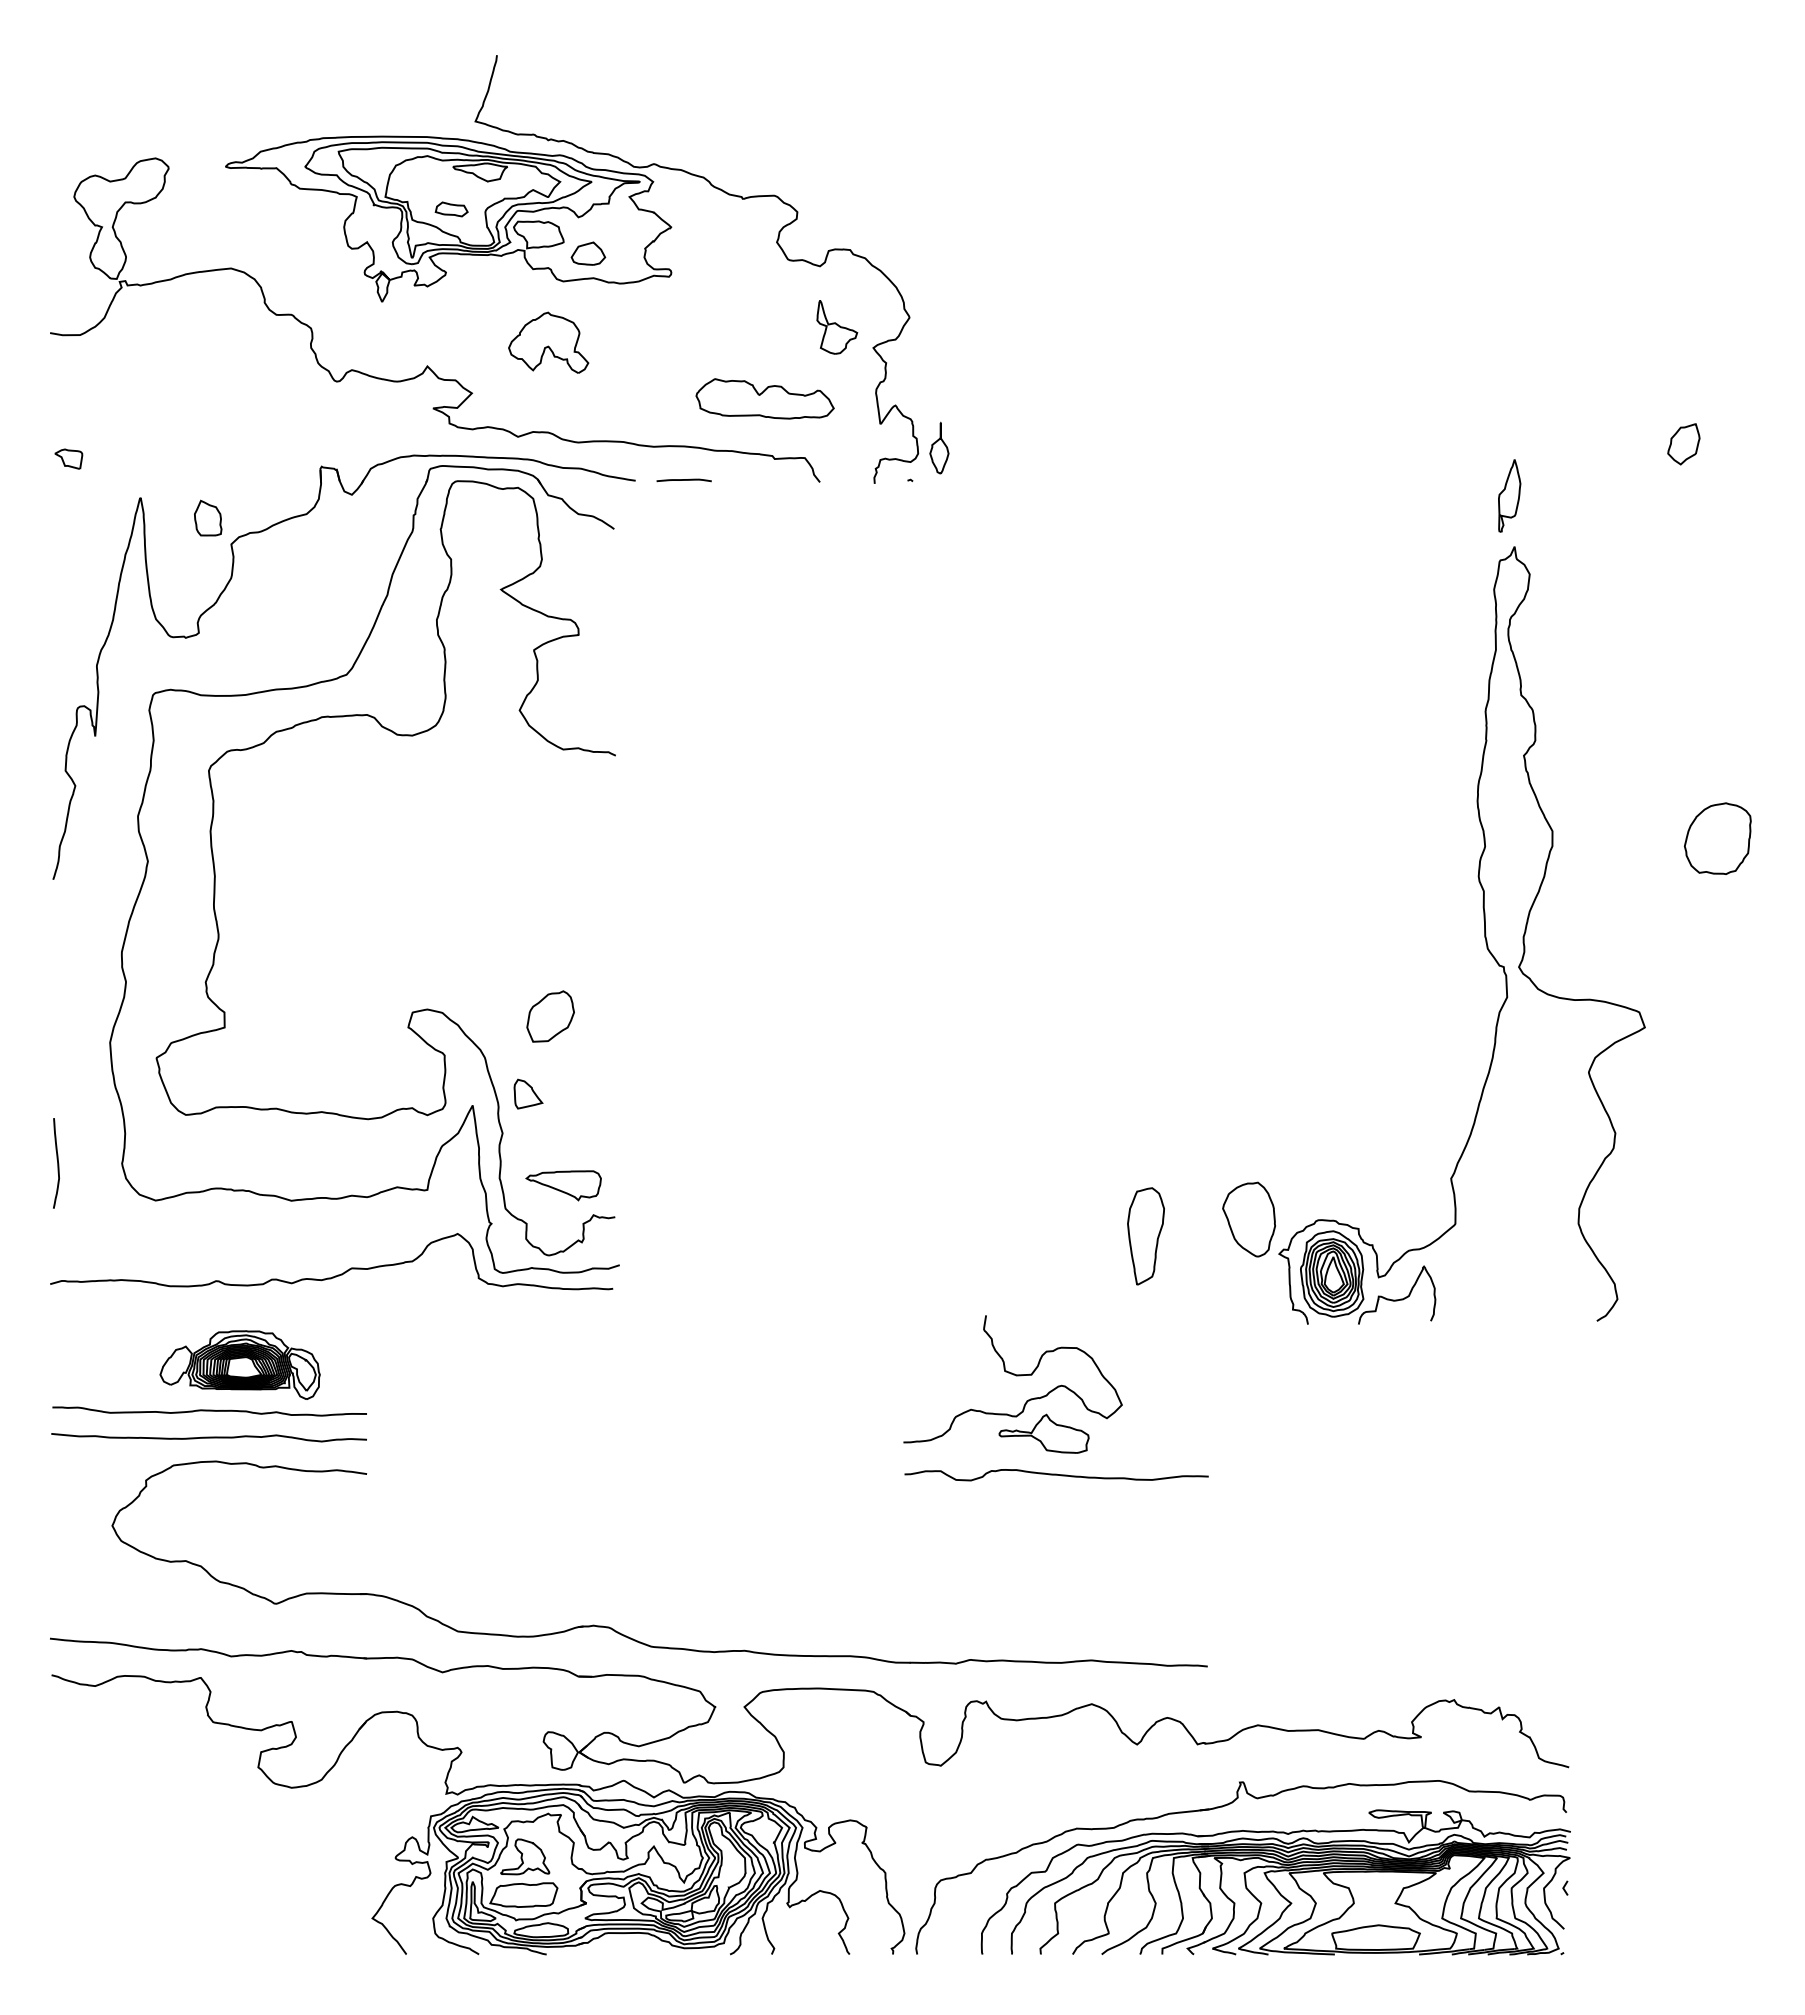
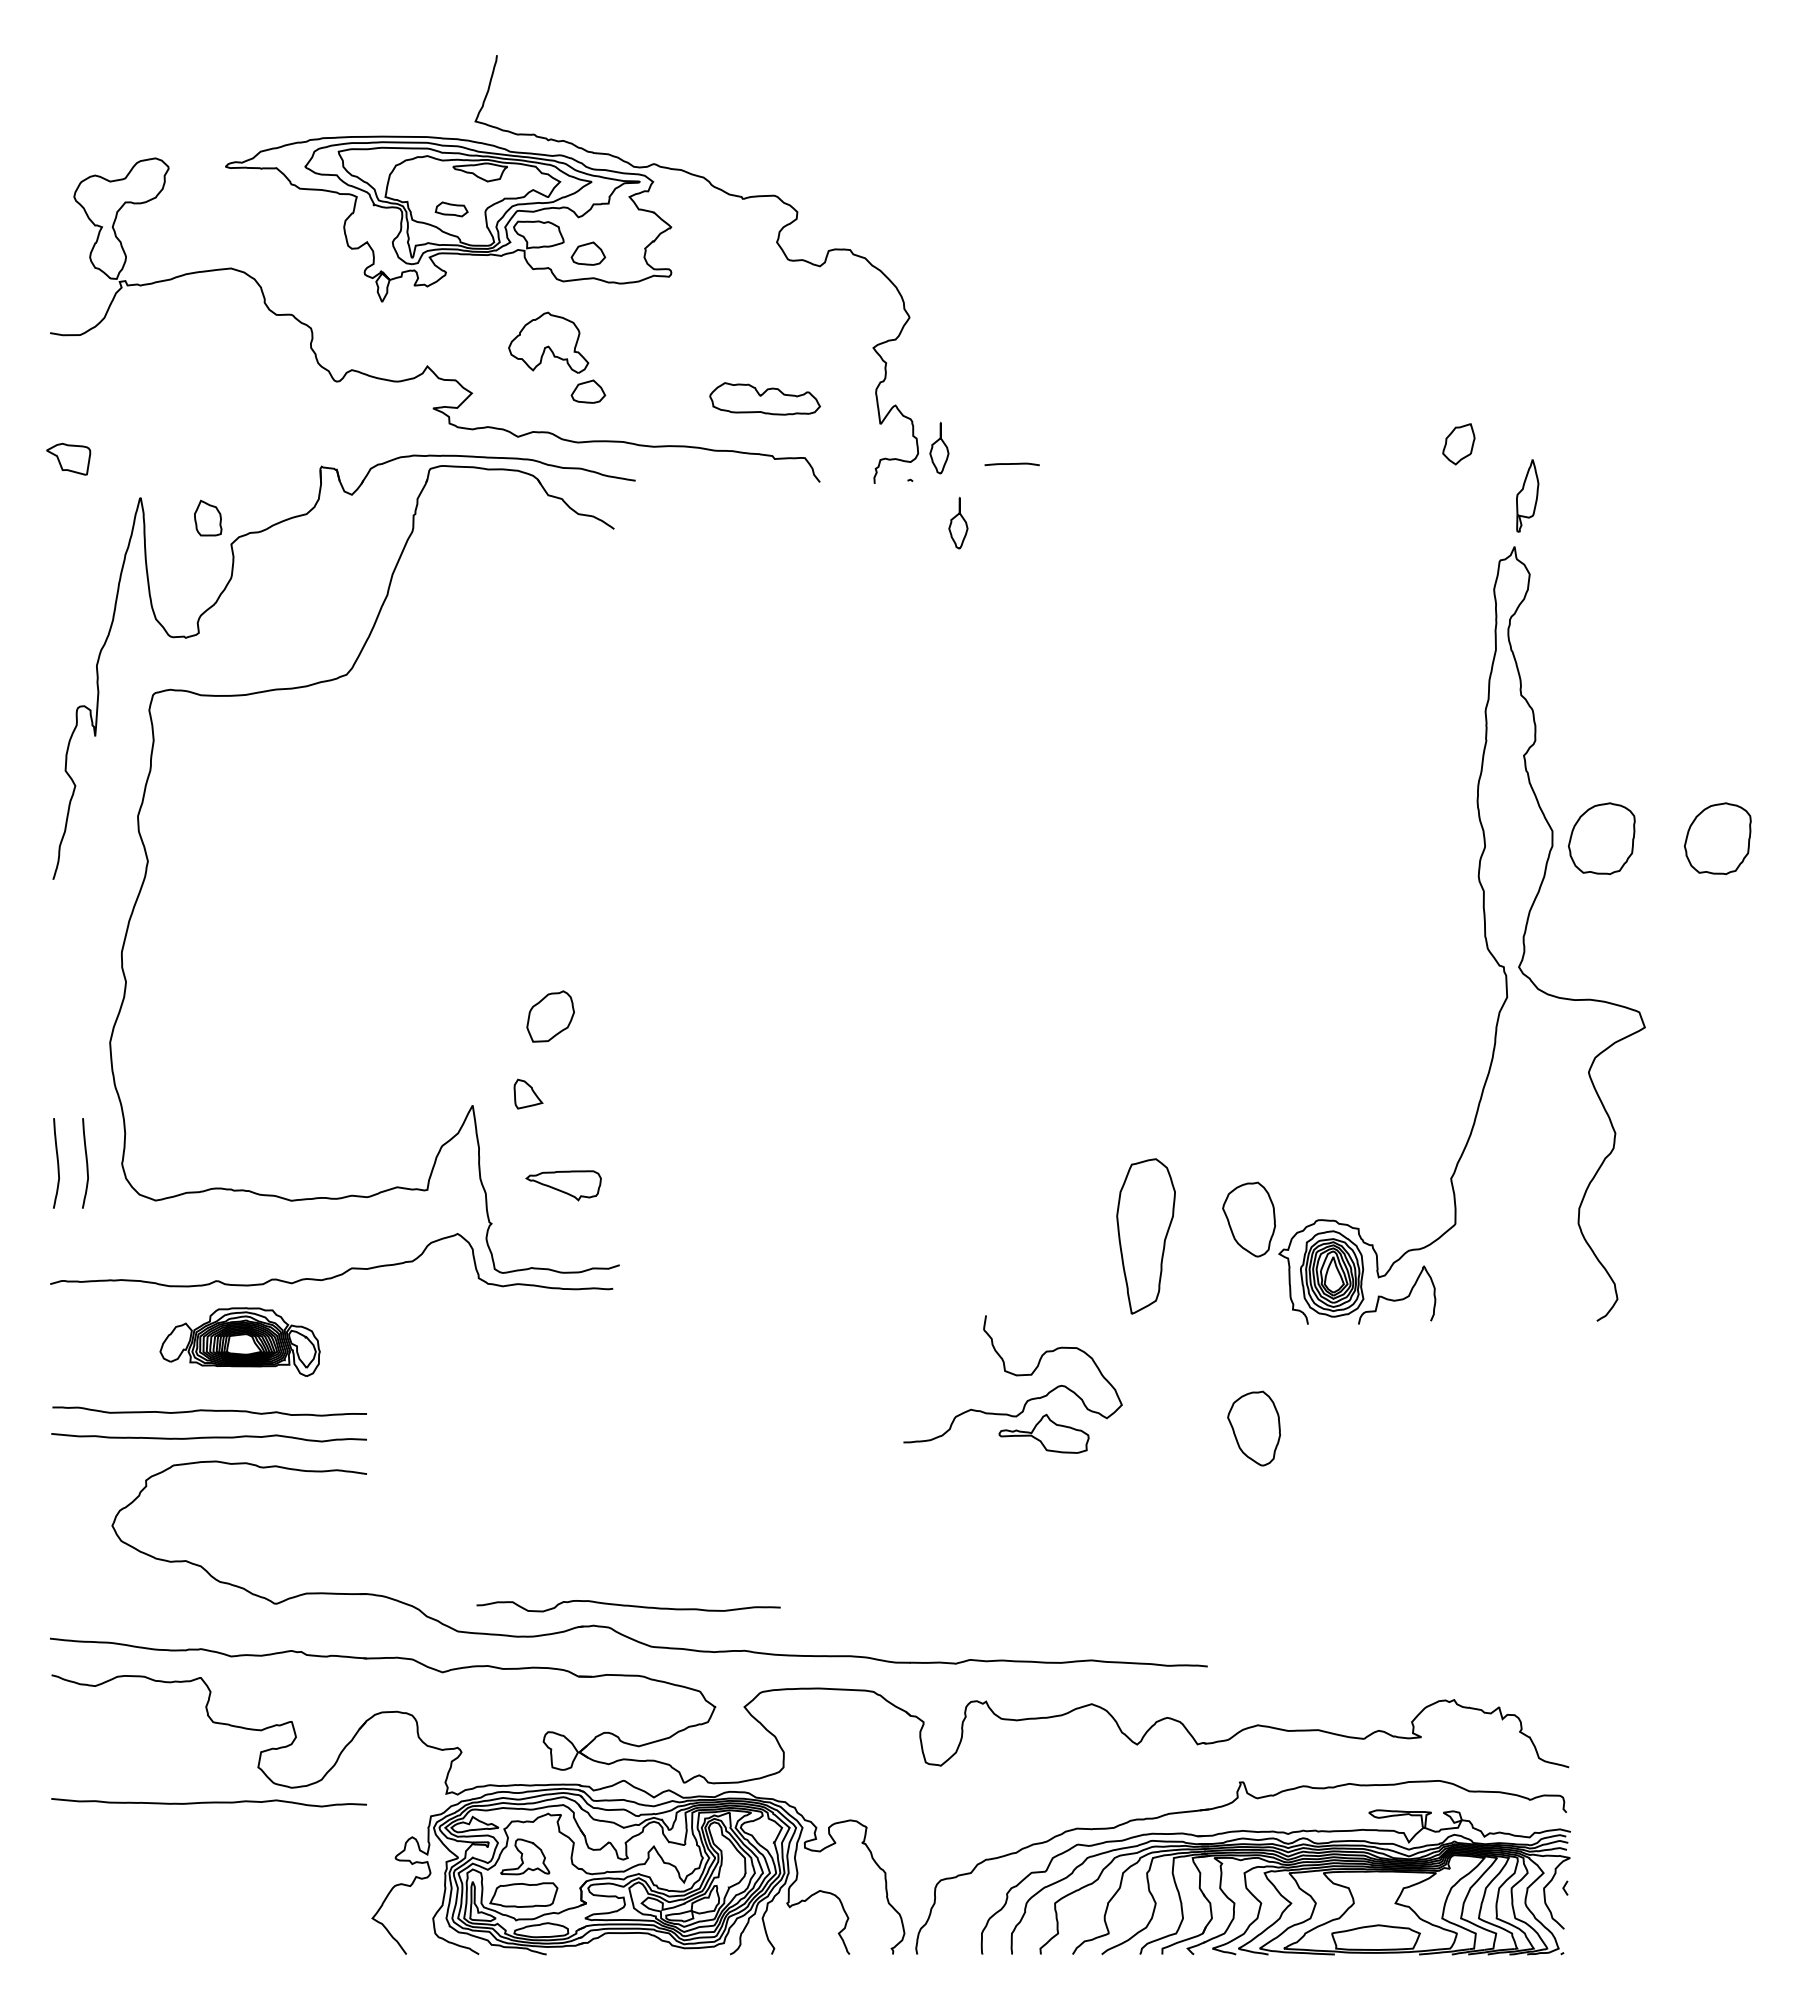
part at (837, 327): present -> none
part at (588, 391): none -> present
part at (764, 398) size: 140x42 px -> 112x34 px
part at (1683, 444) position: (1683, 444) -> (1458, 444)
part at (68, 458) size: 30x22 px -> 46x34 px
curve at (683, 480) position: (683, 480) -> (1011, 464)
part at (1509, 495) position: (1509, 495) -> (1527, 495)
part at (958, 522): none -> present
curve at (401, 736): present -> none
part at (1601, 838): none -> present
curve at (86, 1163): none -> present
part at (1145, 1236) size: 38x99 px -> 60x157 px
part at (239, 1364) position: (239, 1364) -> (239, 1341)
part at (1253, 1428): none -> present
curve at (1056, 1475) position: (1056, 1475) -> (628, 1606)
curve at (208, 1802): none -> present
